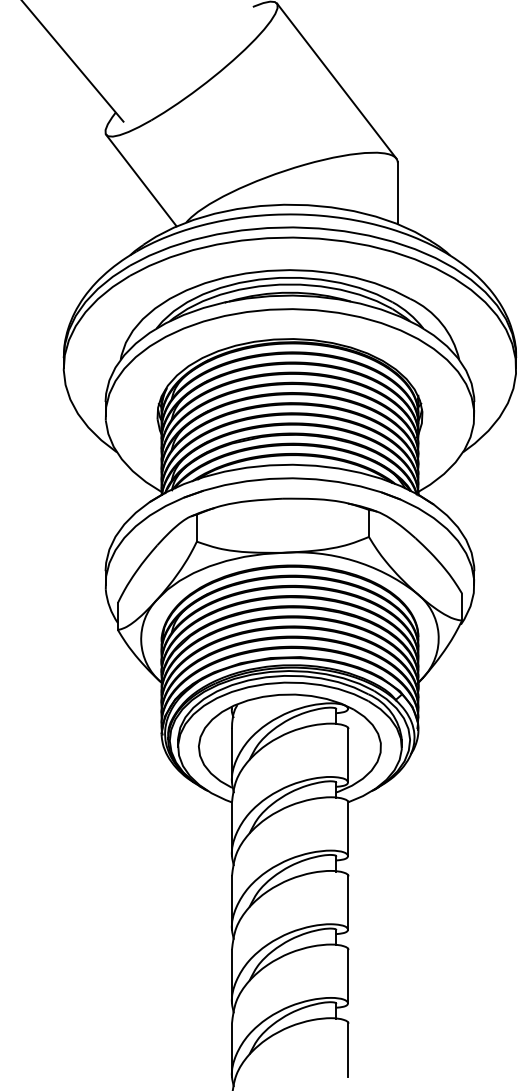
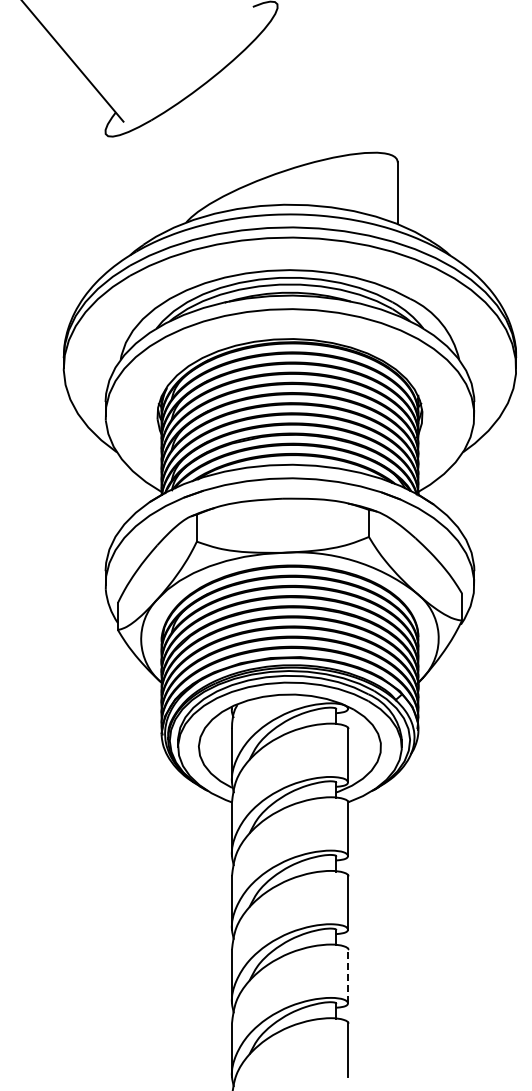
line at (336, 80): present -> none
line at (141, 180): present -> none
line at (347, 976): solid -> dashed
